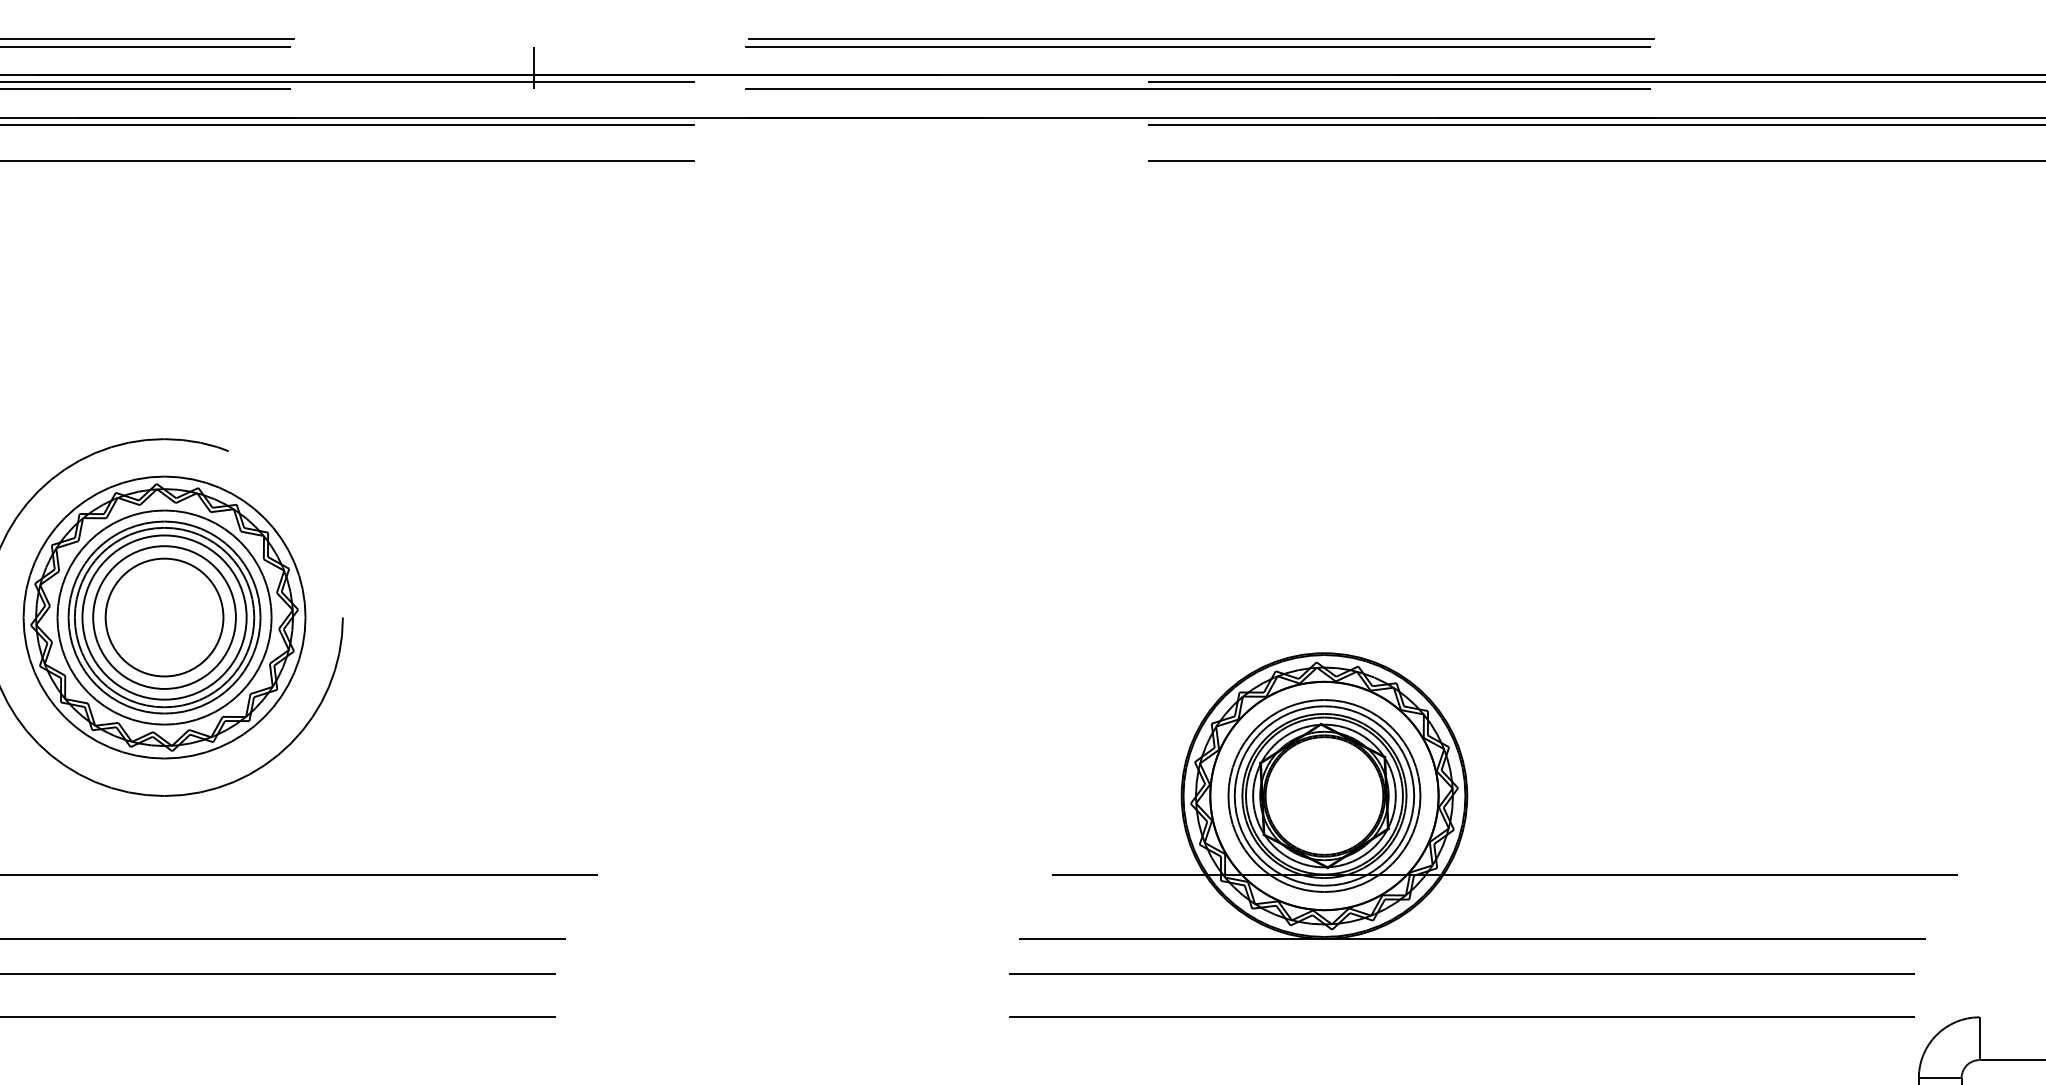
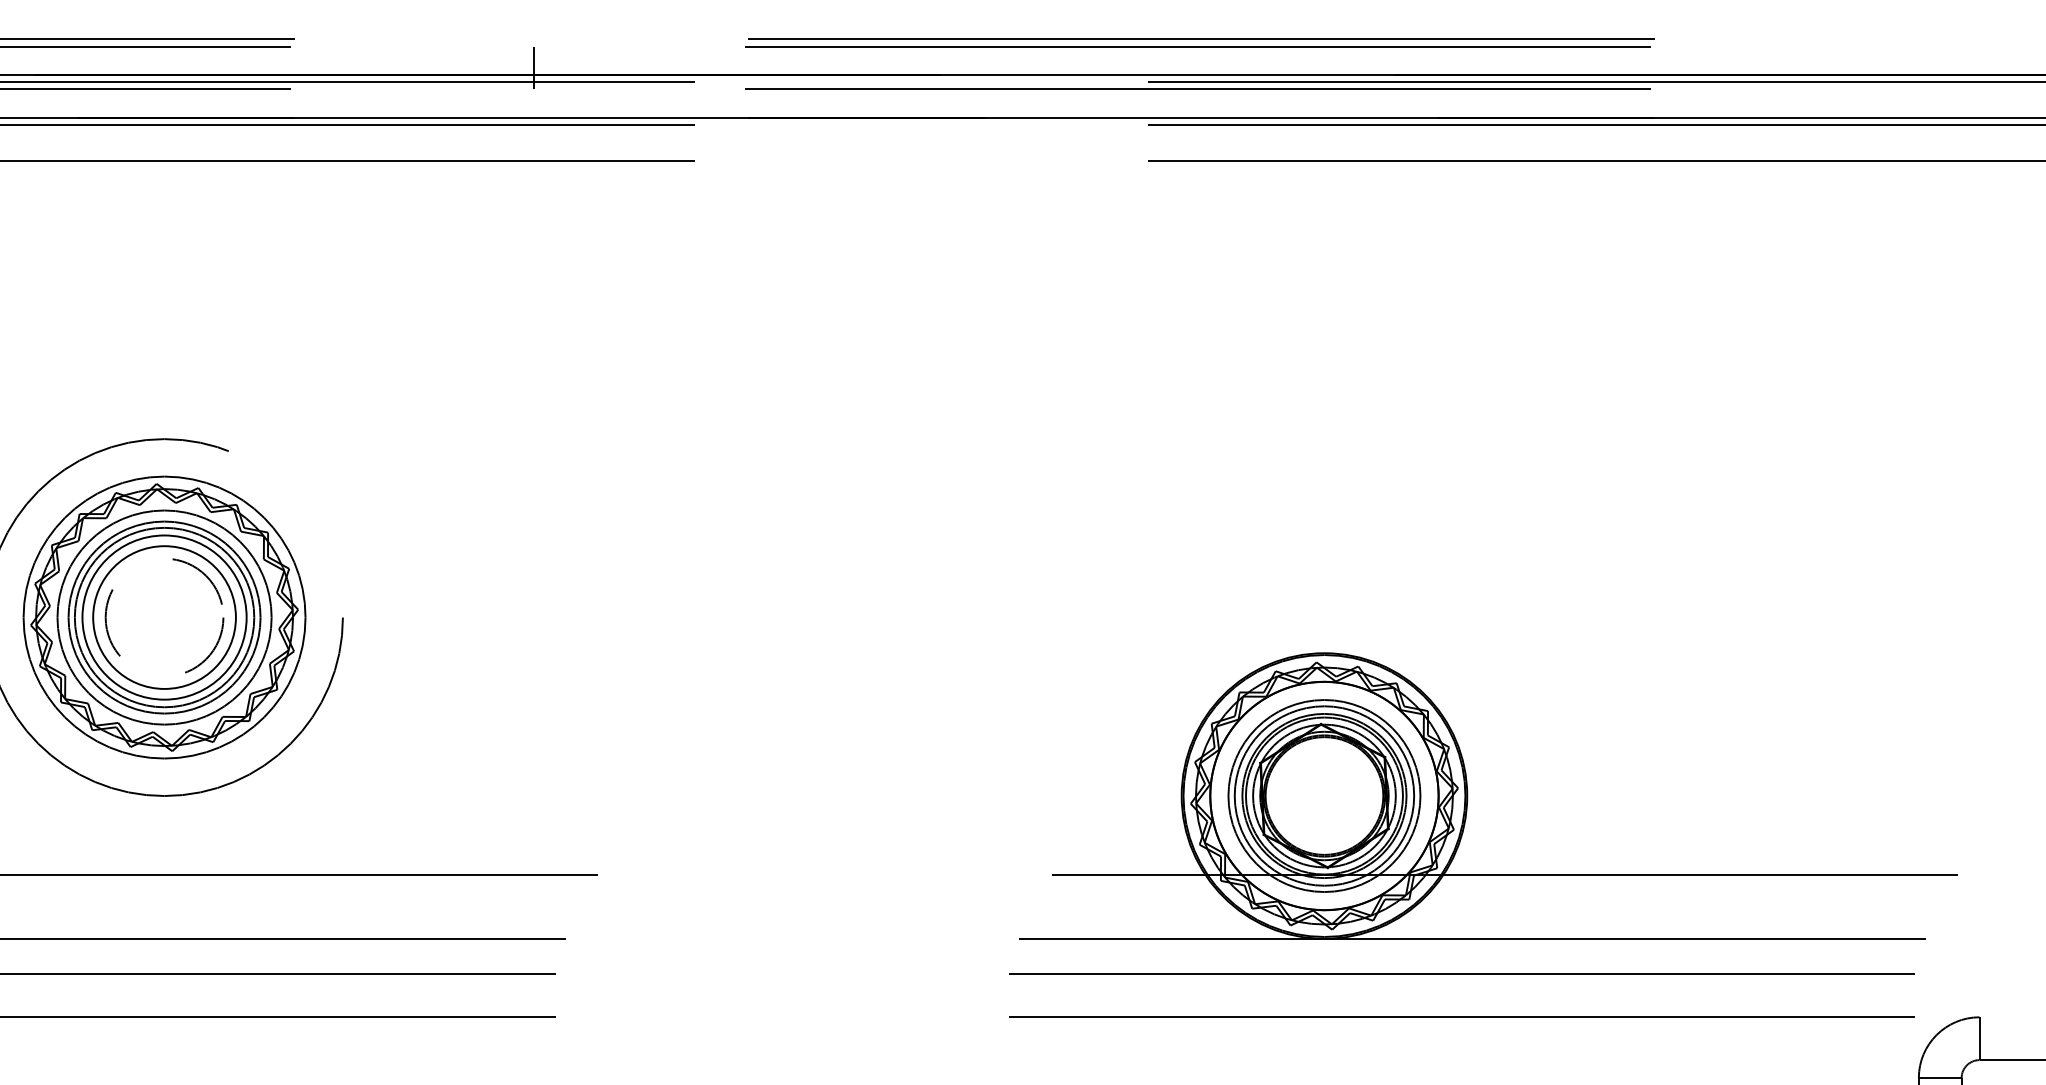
circle at (164, 617): solid -> dashed
